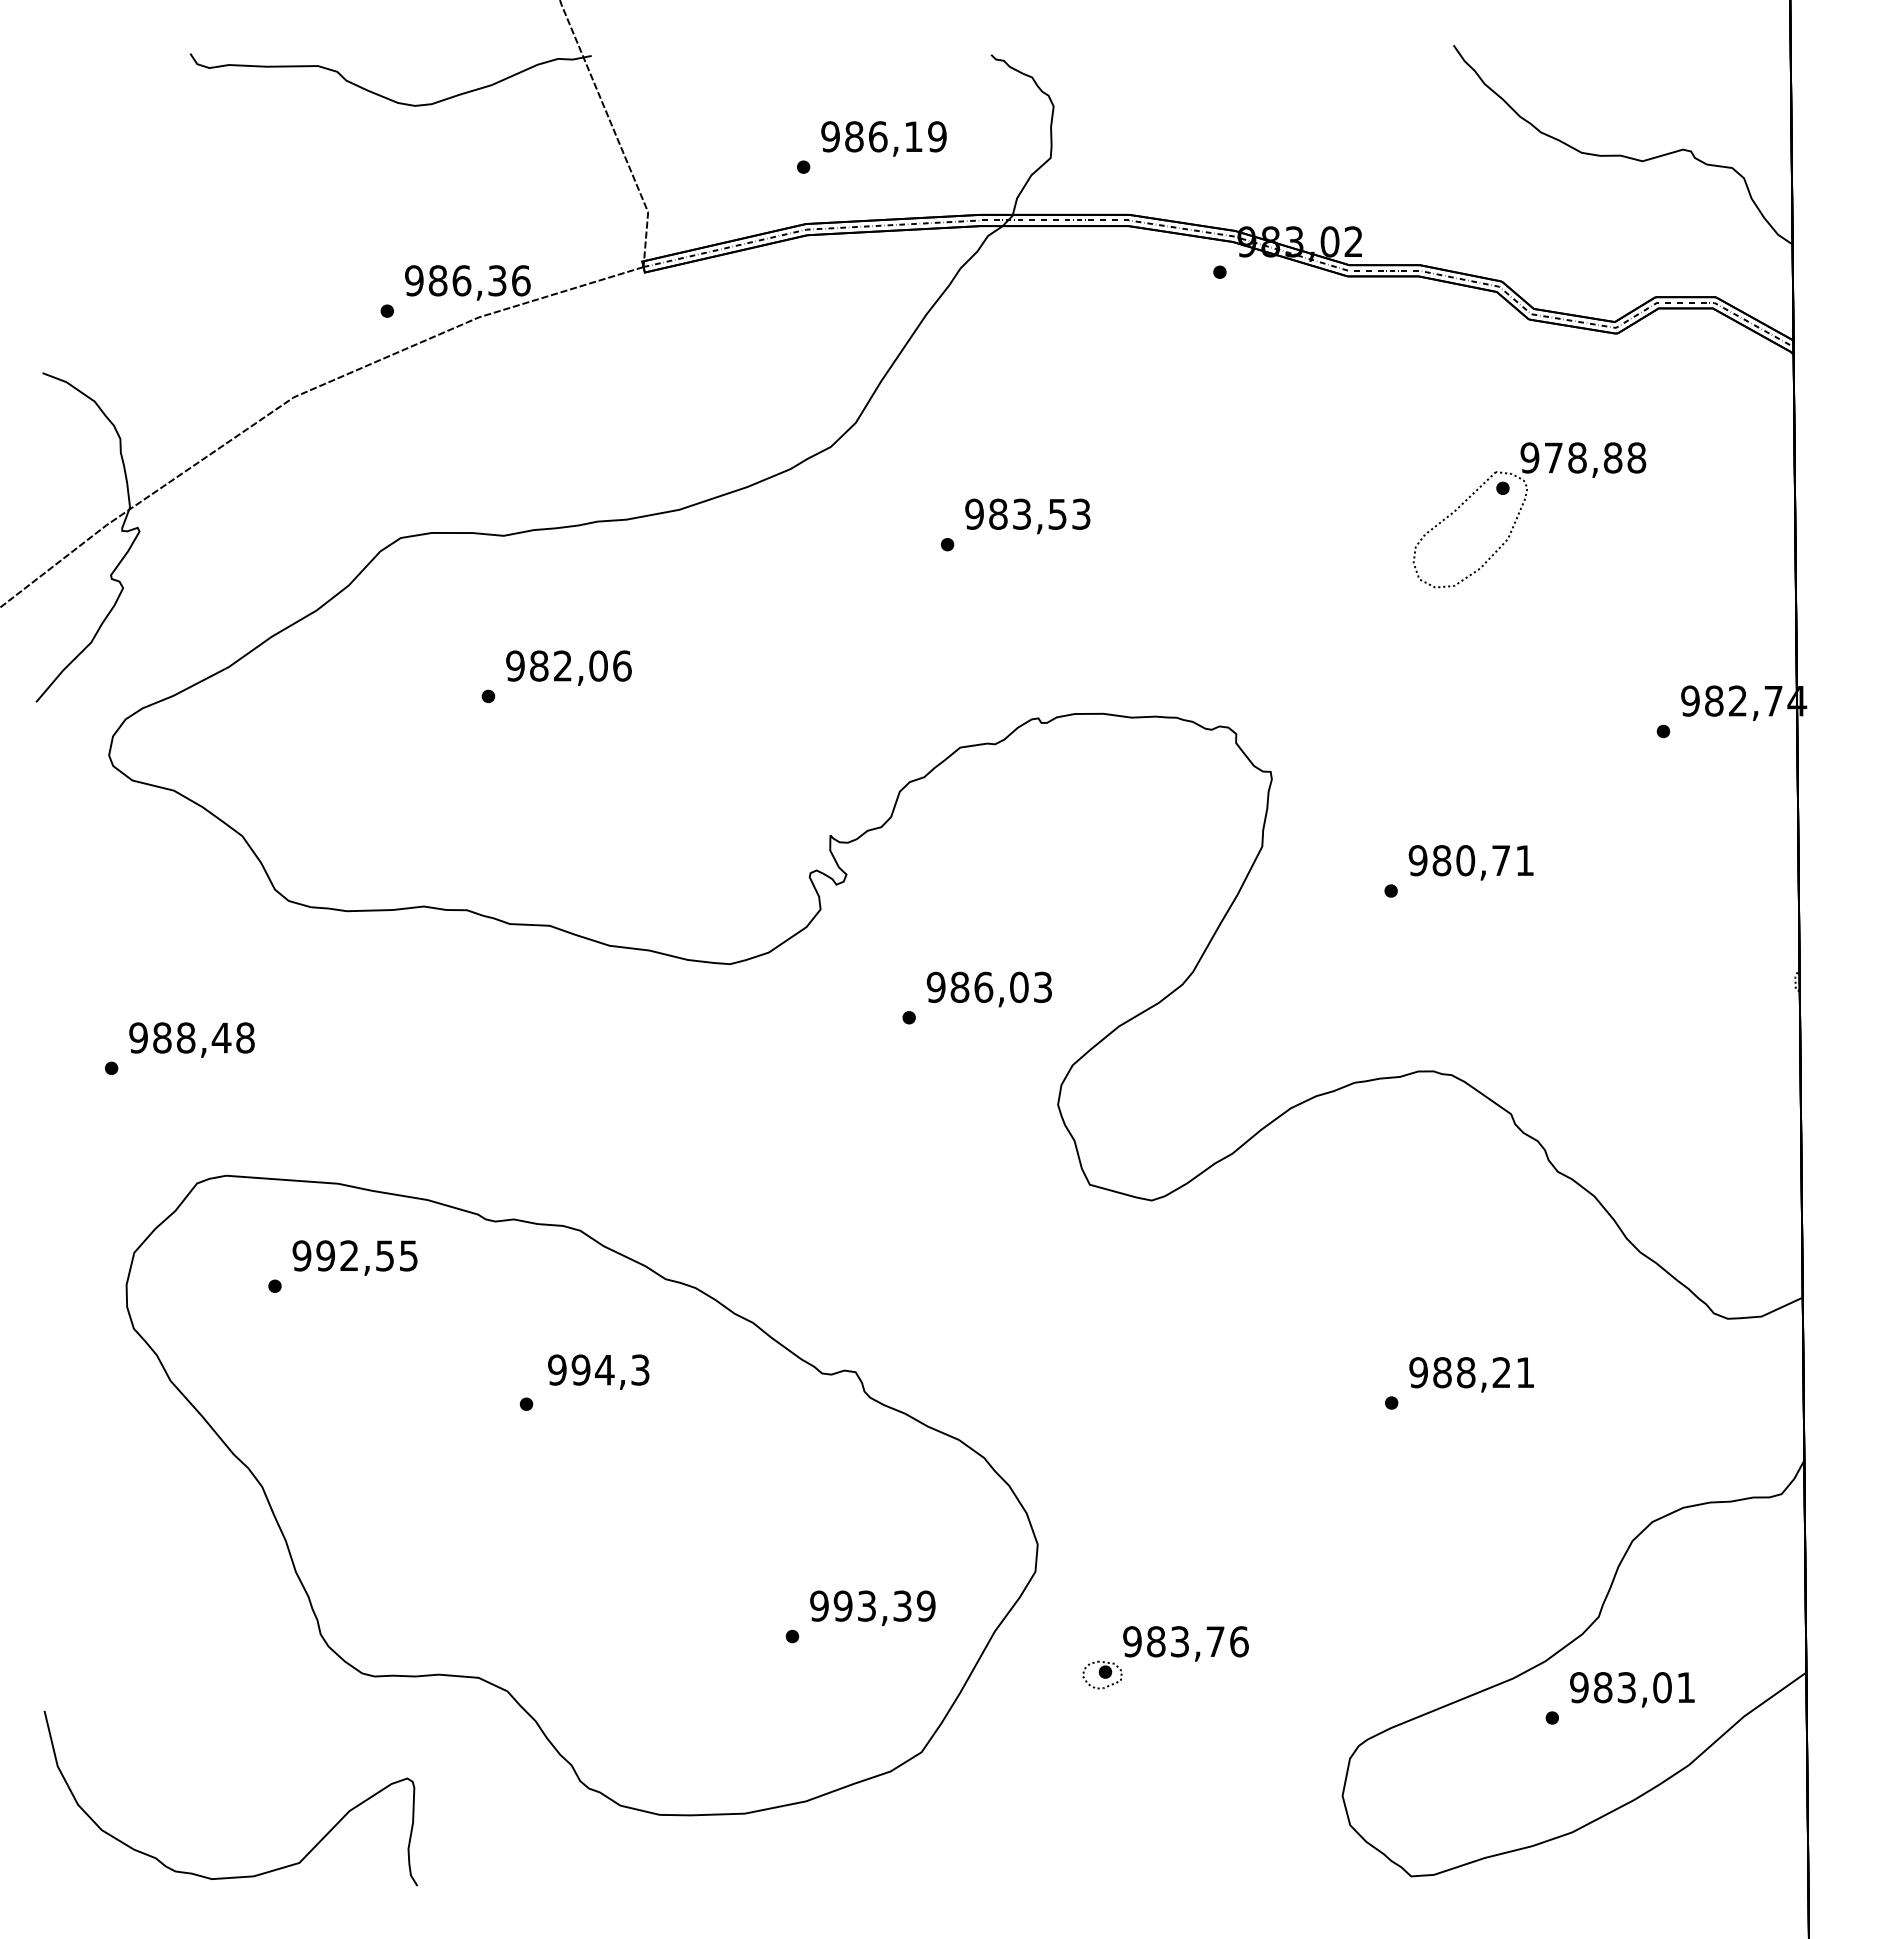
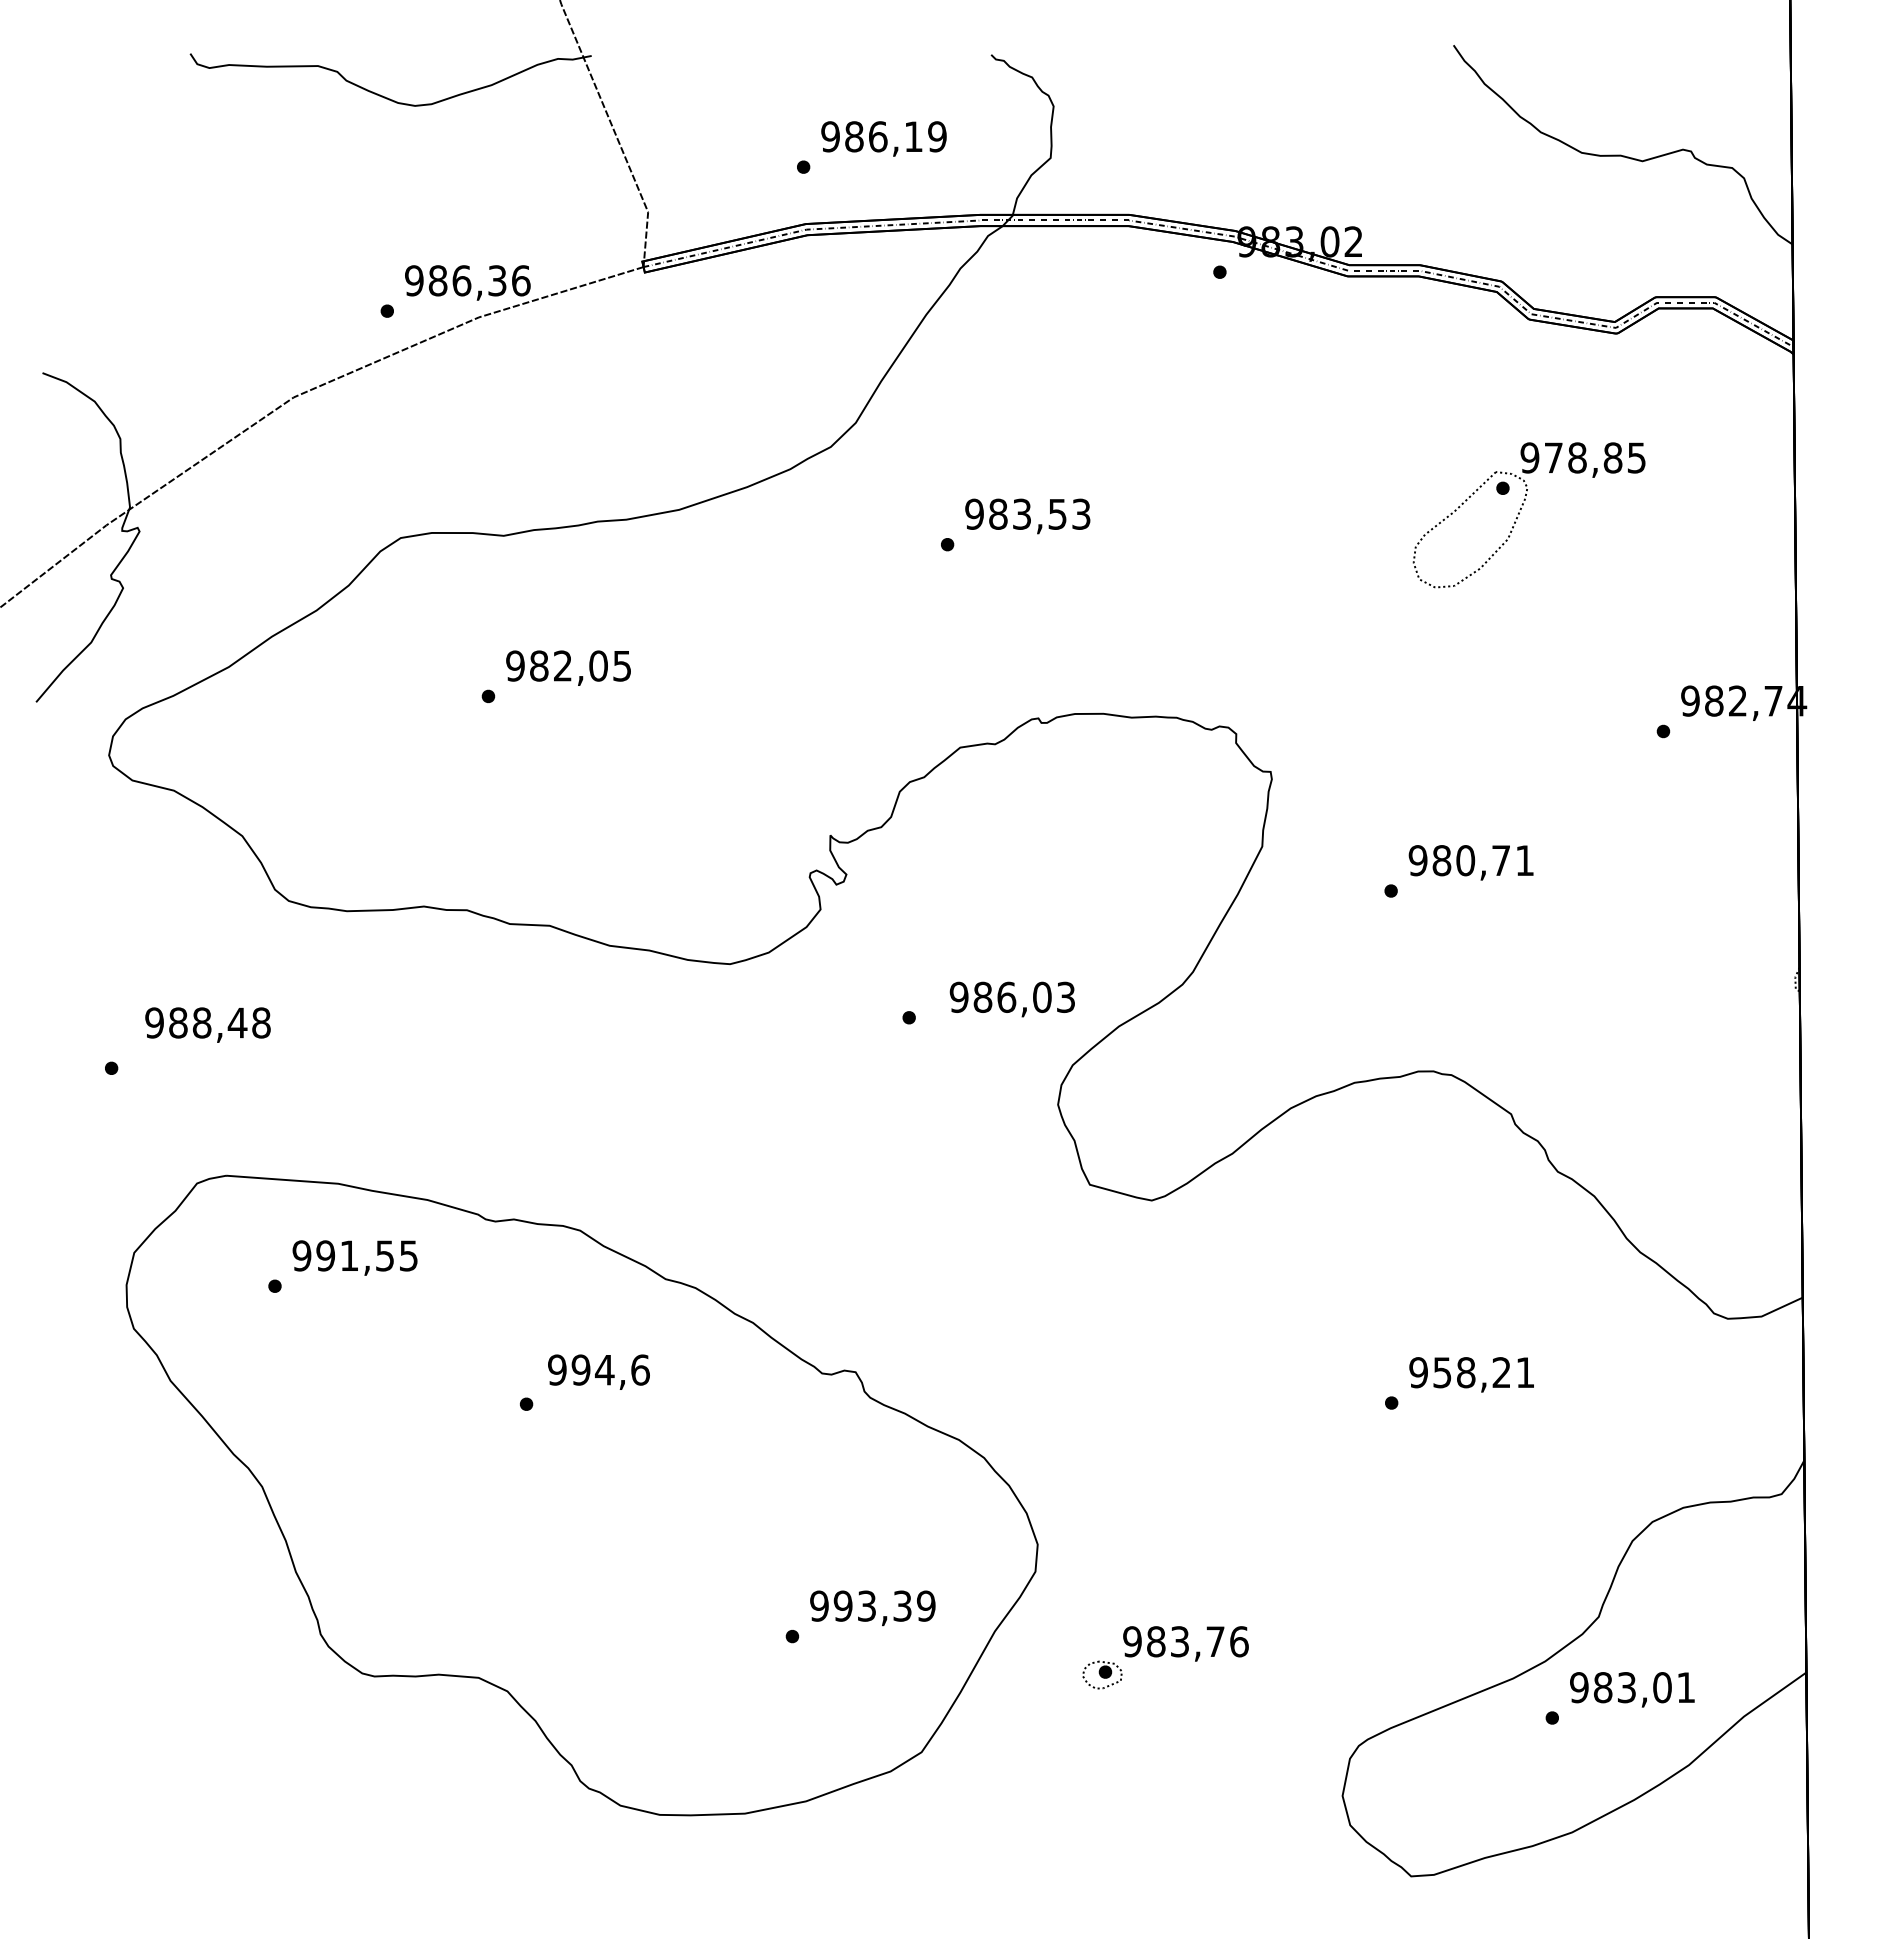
text at (1636, 457): 978,88 -> 978,85
text at (622, 665): 982,06 -> 982,05
text at (988, 989) position: (988, 989) -> (1011, 999)
text at (191, 1039) position: (191, 1039) -> (207, 1024)
text at (348, 1255): 992,55 -> 991,55
text at (640, 1369): 994,3 -> 994,6
text at (1442, 1372): 988,21 -> 958,21
curve at (232, 1876): present -> none
